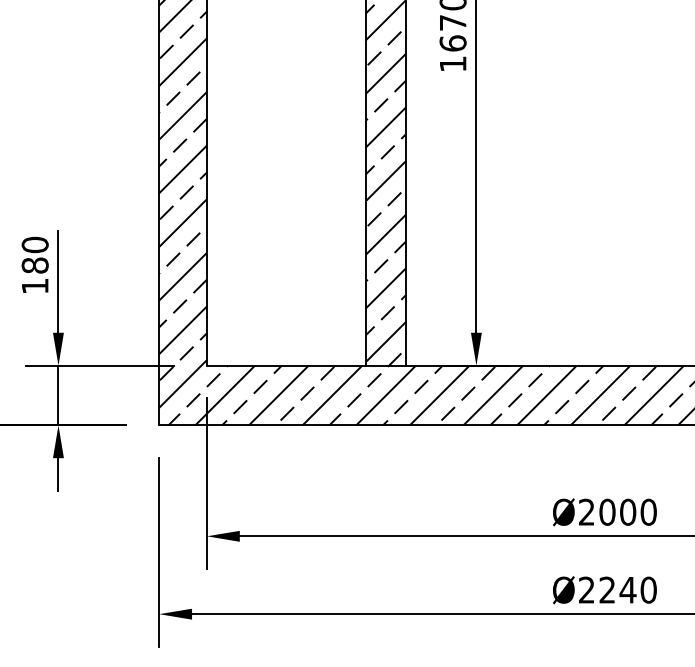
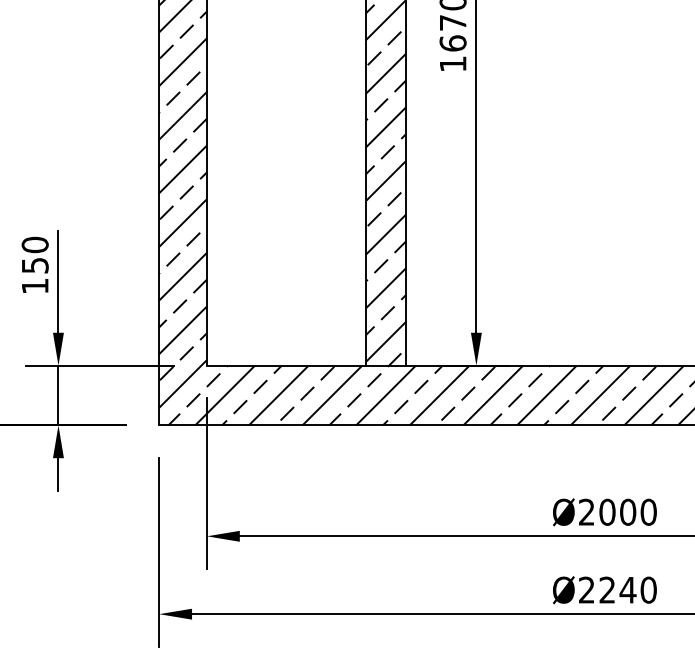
text at (34, 265): 180 -> 150
